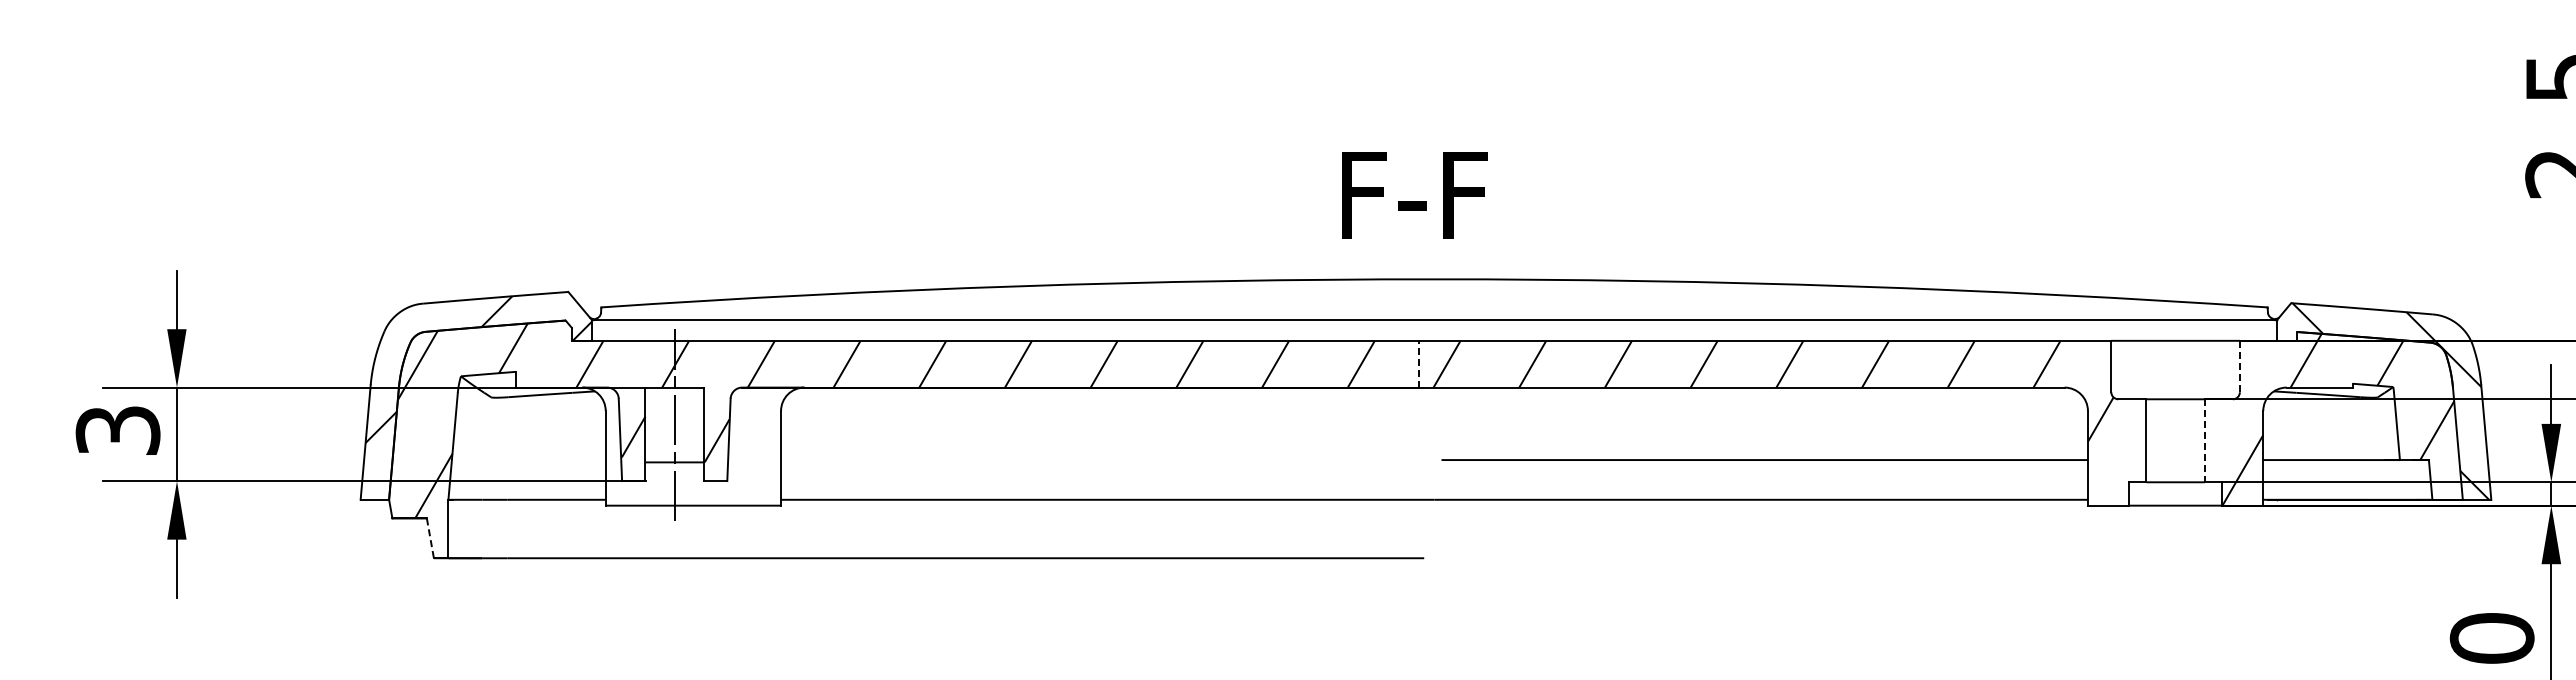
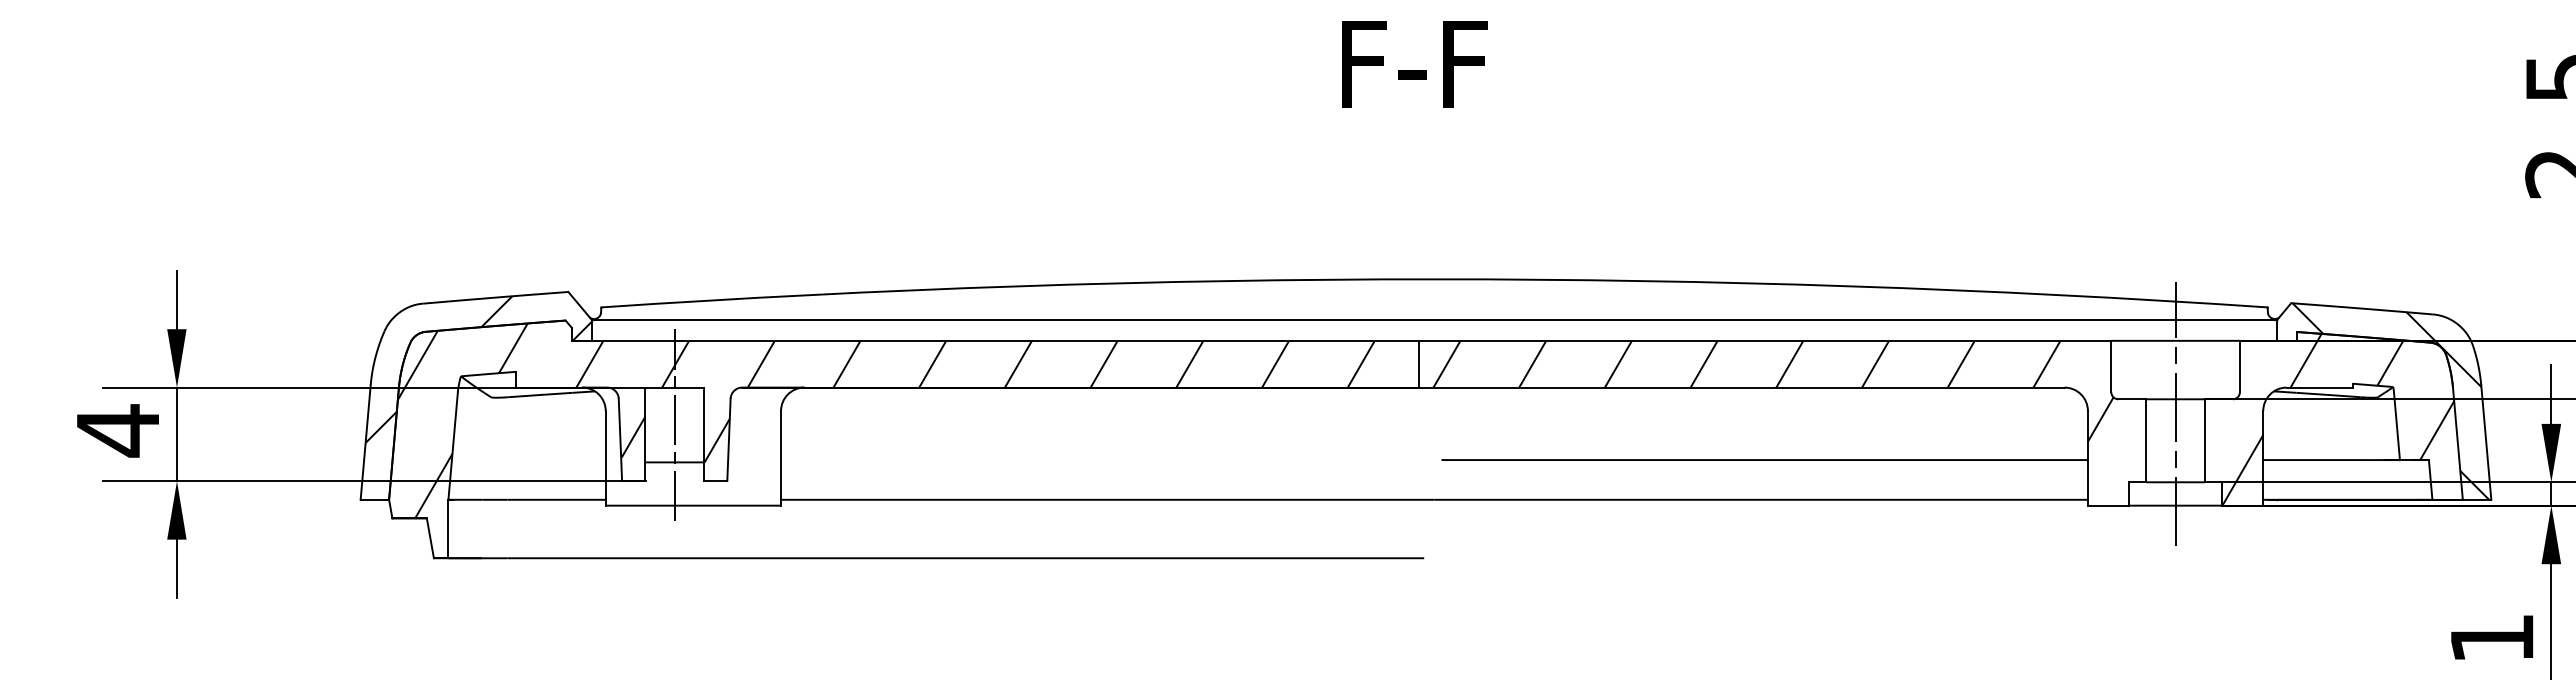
text at (1414, 195) position: (1414, 195) -> (1414, 64)
line at (1418, 363): dashed -> solid
line at (2239, 366): dashed -> solid
line at (2175, 413): none -> present
text at (117, 430): 3 -> 4
line at (2204, 441): dashed -> solid
line at (430, 538): dashed -> solid
text at (2491, 638): 0 -> 1
